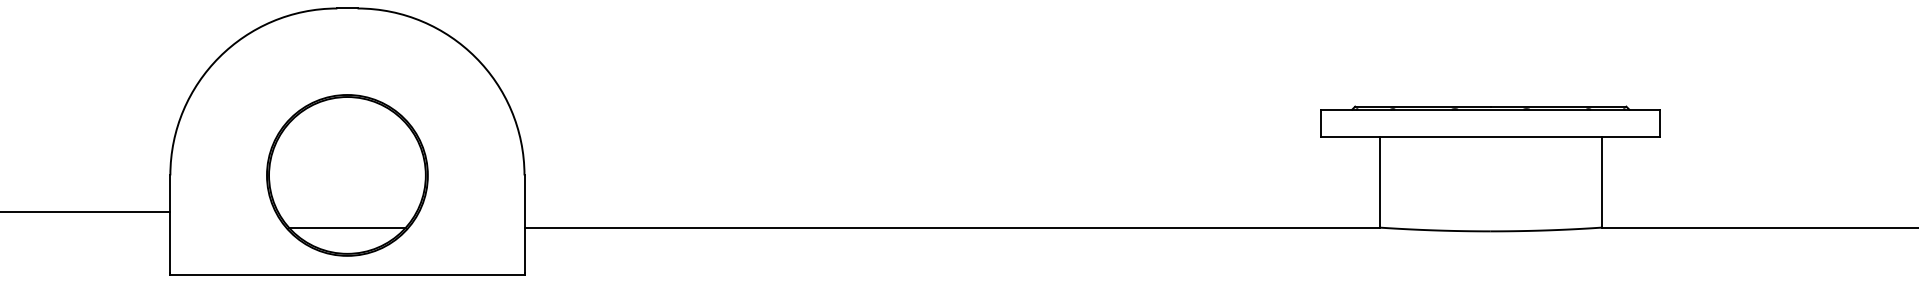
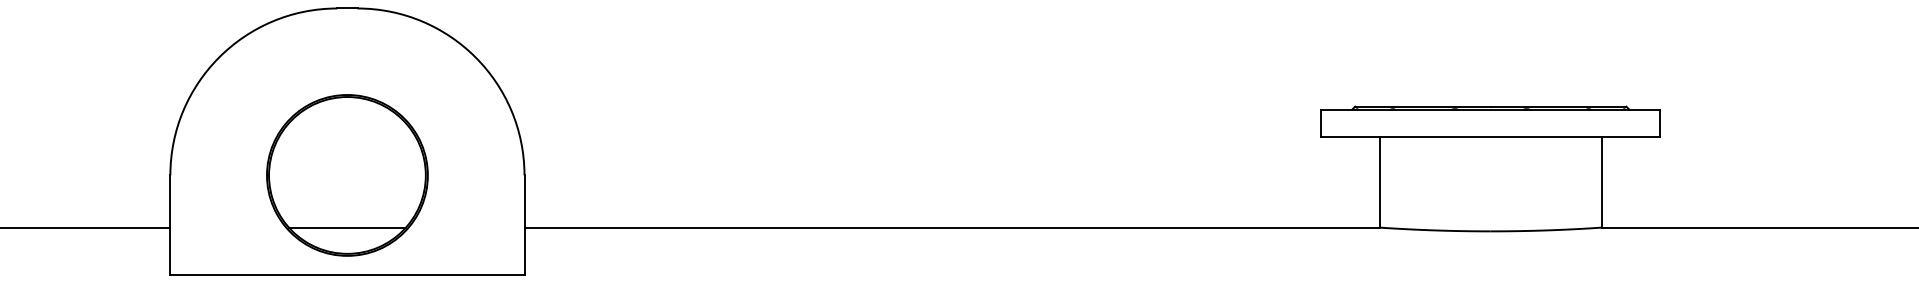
line at (86, 211) position: (86, 211) -> (86, 227)
